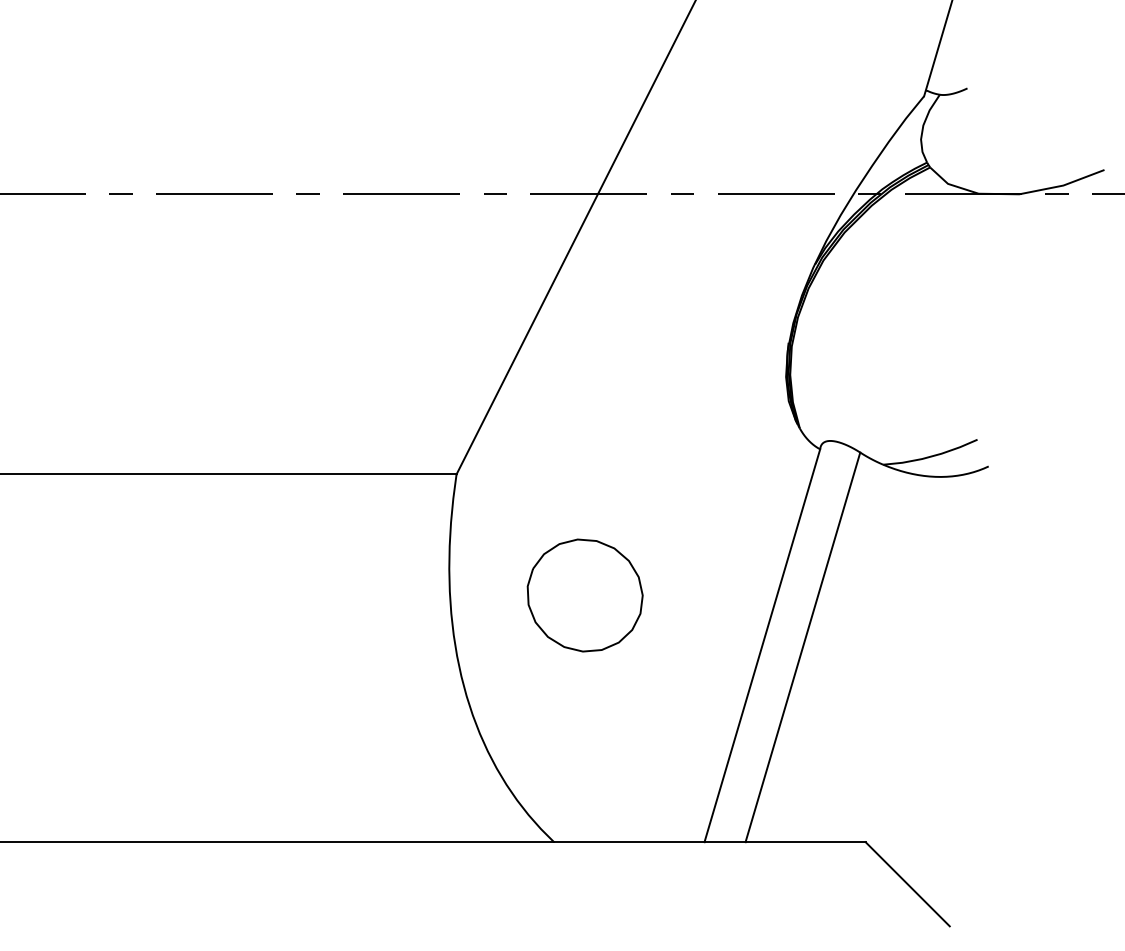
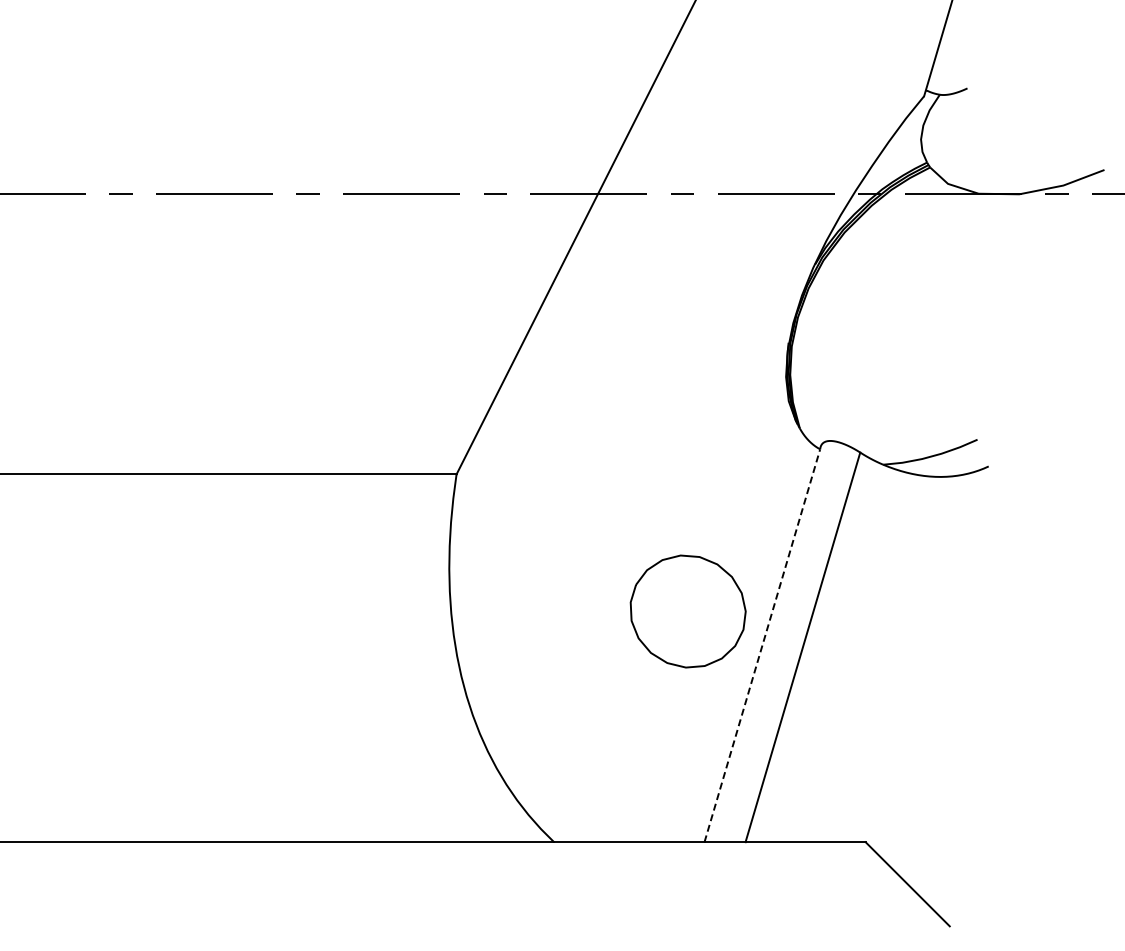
part at (584, 595) position: (584, 595) -> (687, 611)
line at (762, 645): solid -> dashed
